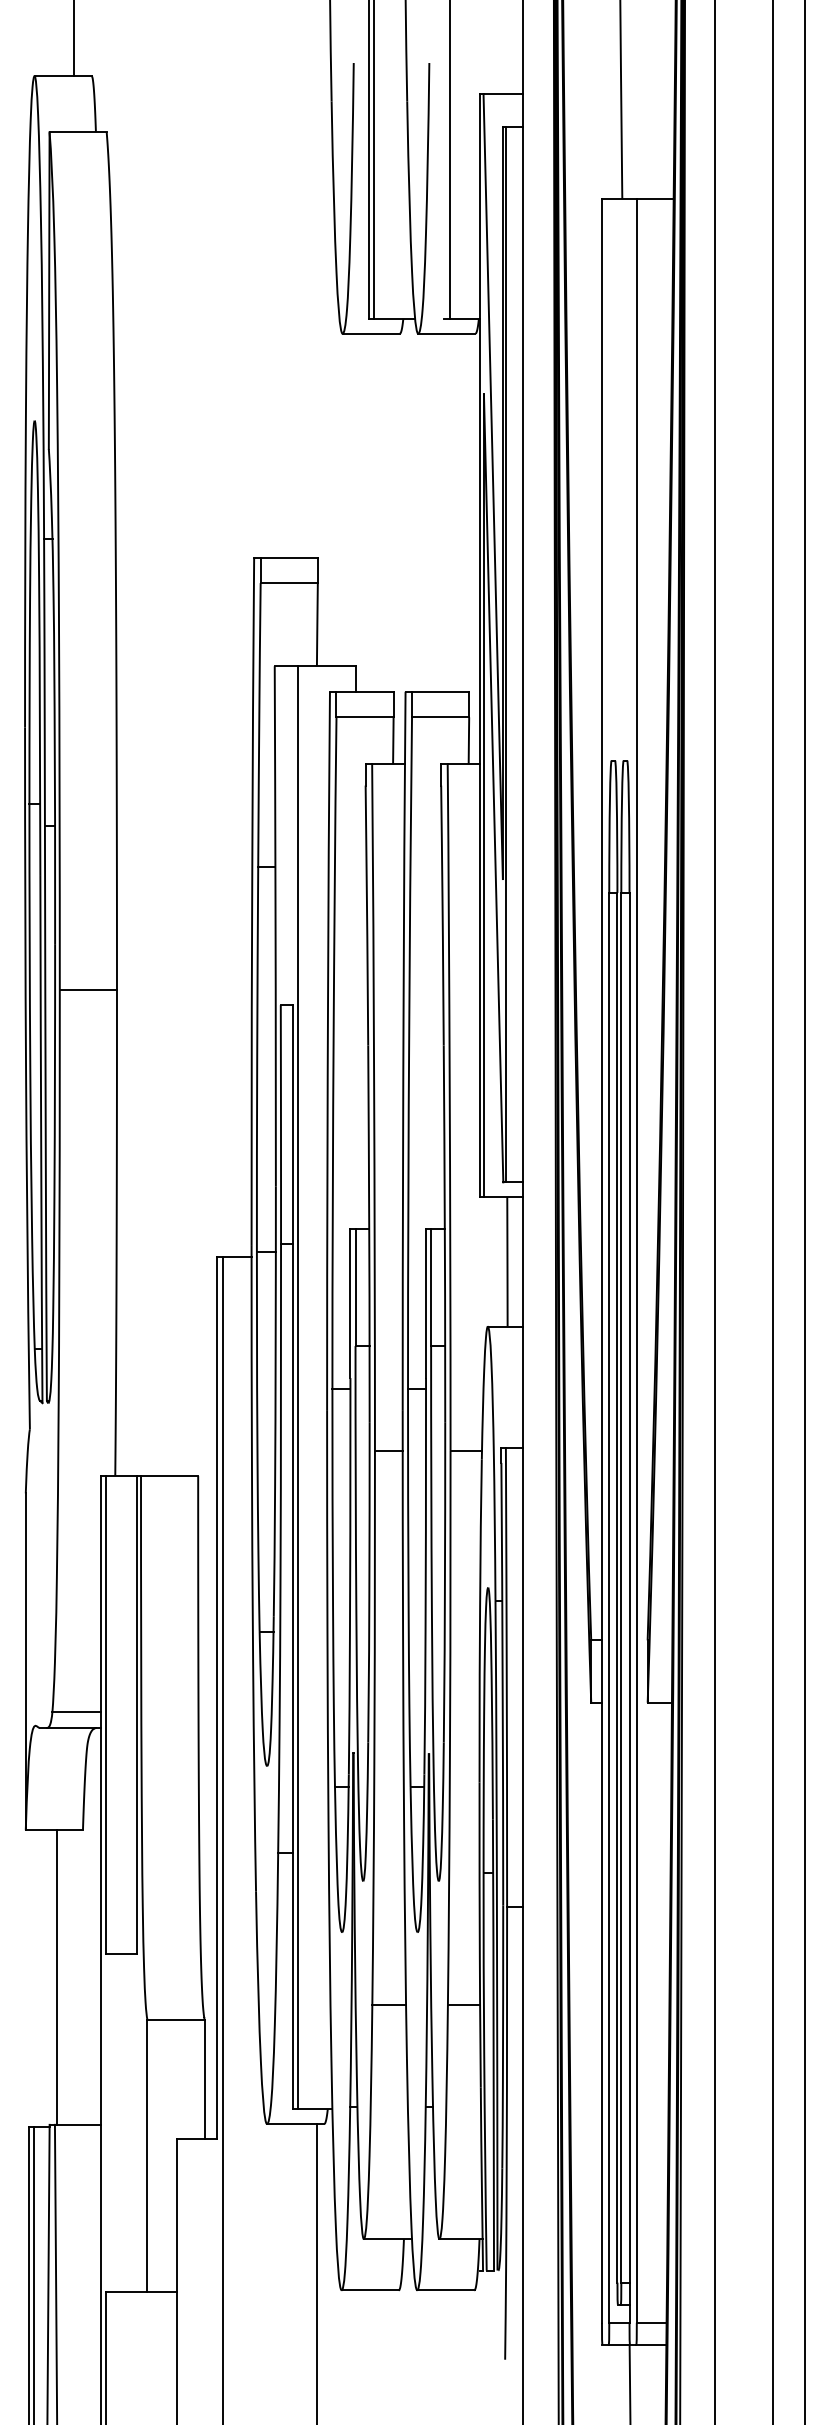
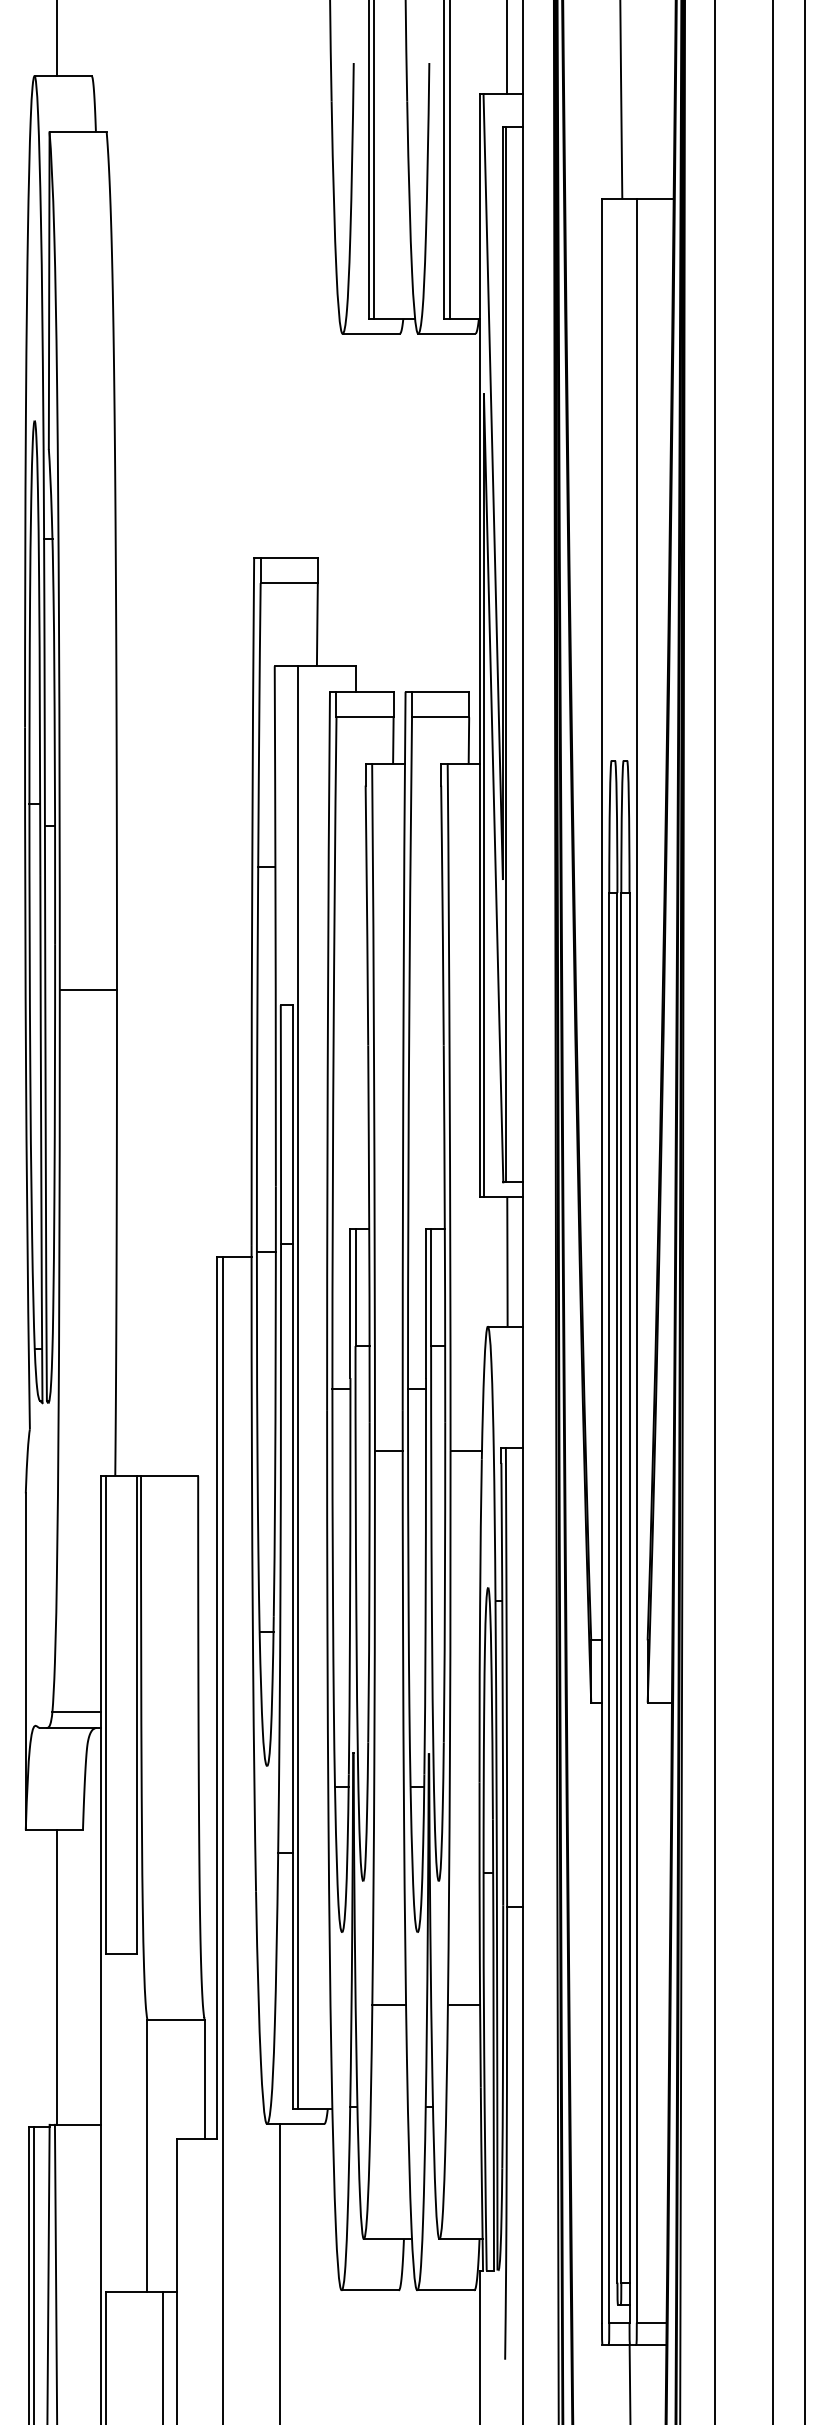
line at (73, 39) position: (73, 39) -> (56, 39)
line at (506, 48): none -> present
line at (444, 160): none -> present
line at (317, 2272) position: (317, 2272) -> (280, 2272)
line at (480, 2345): none -> present
line at (163, 2356): none -> present
